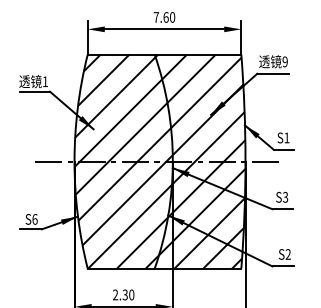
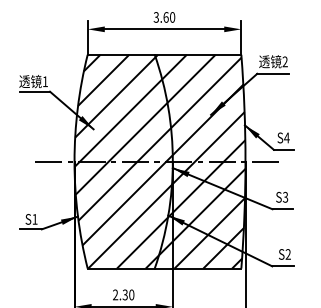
text at (156, 17): 7.60 -> 3.60
text at (284, 62): 9 -> 2
text at (286, 137): S1 -> S4
text at (34, 219): S6 -> S1
